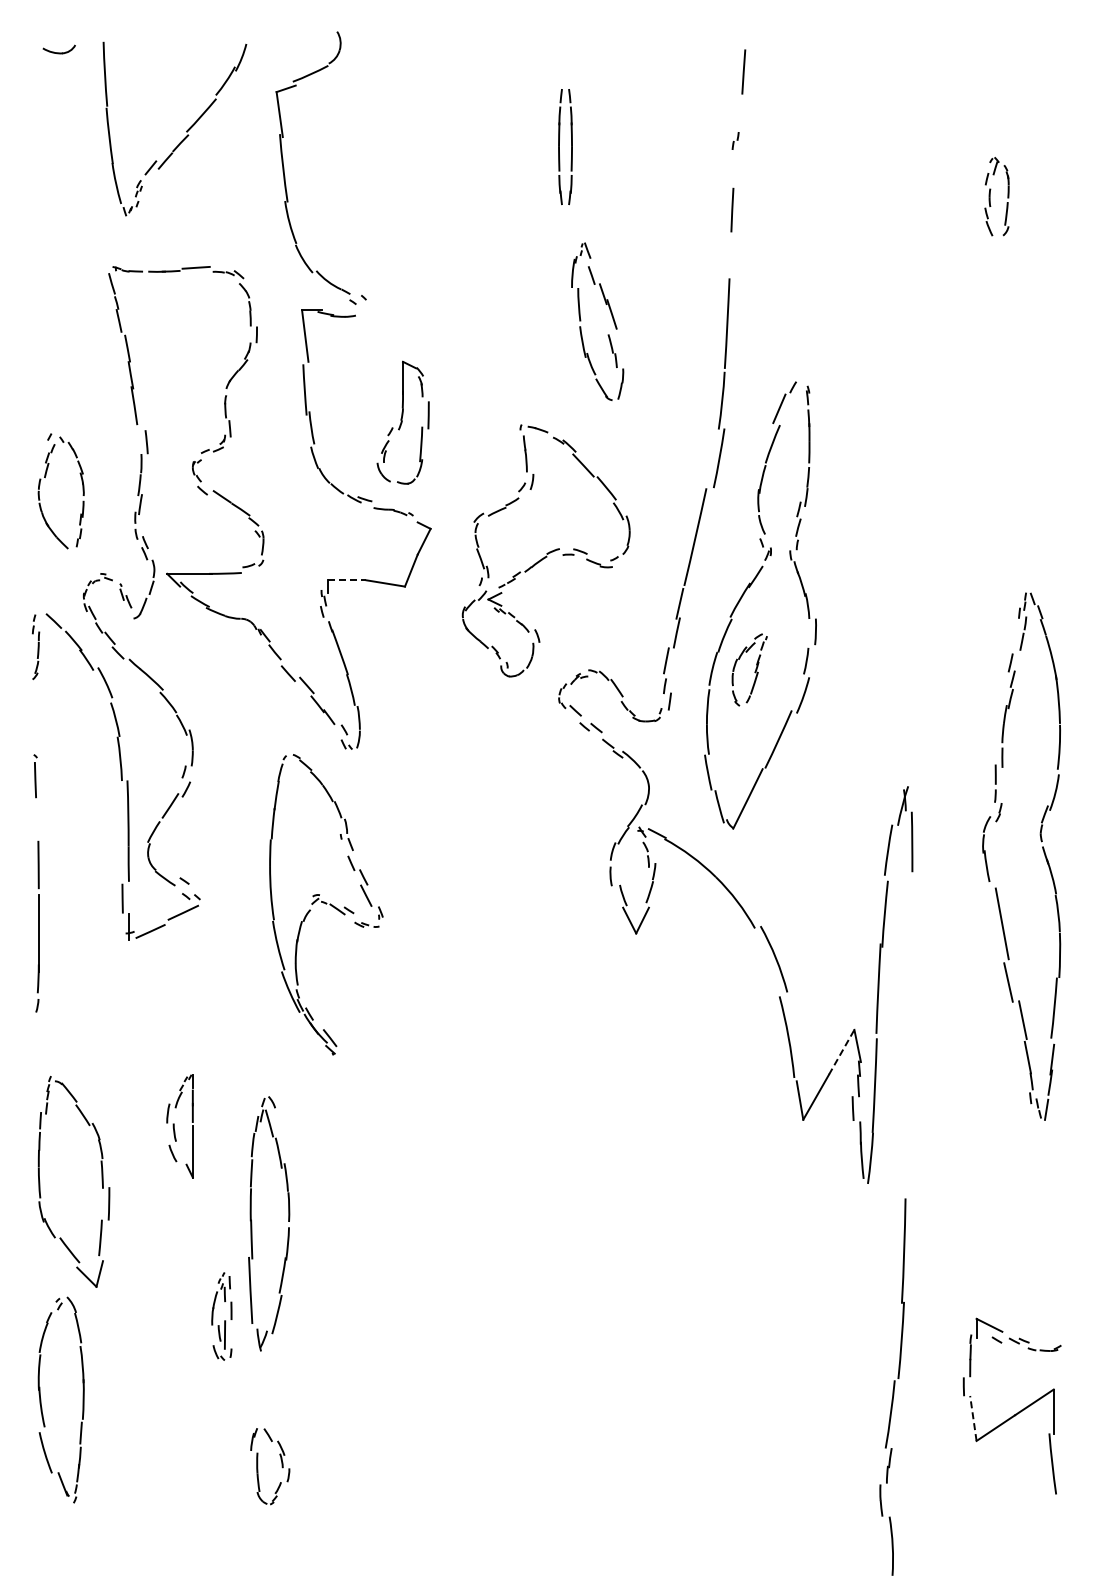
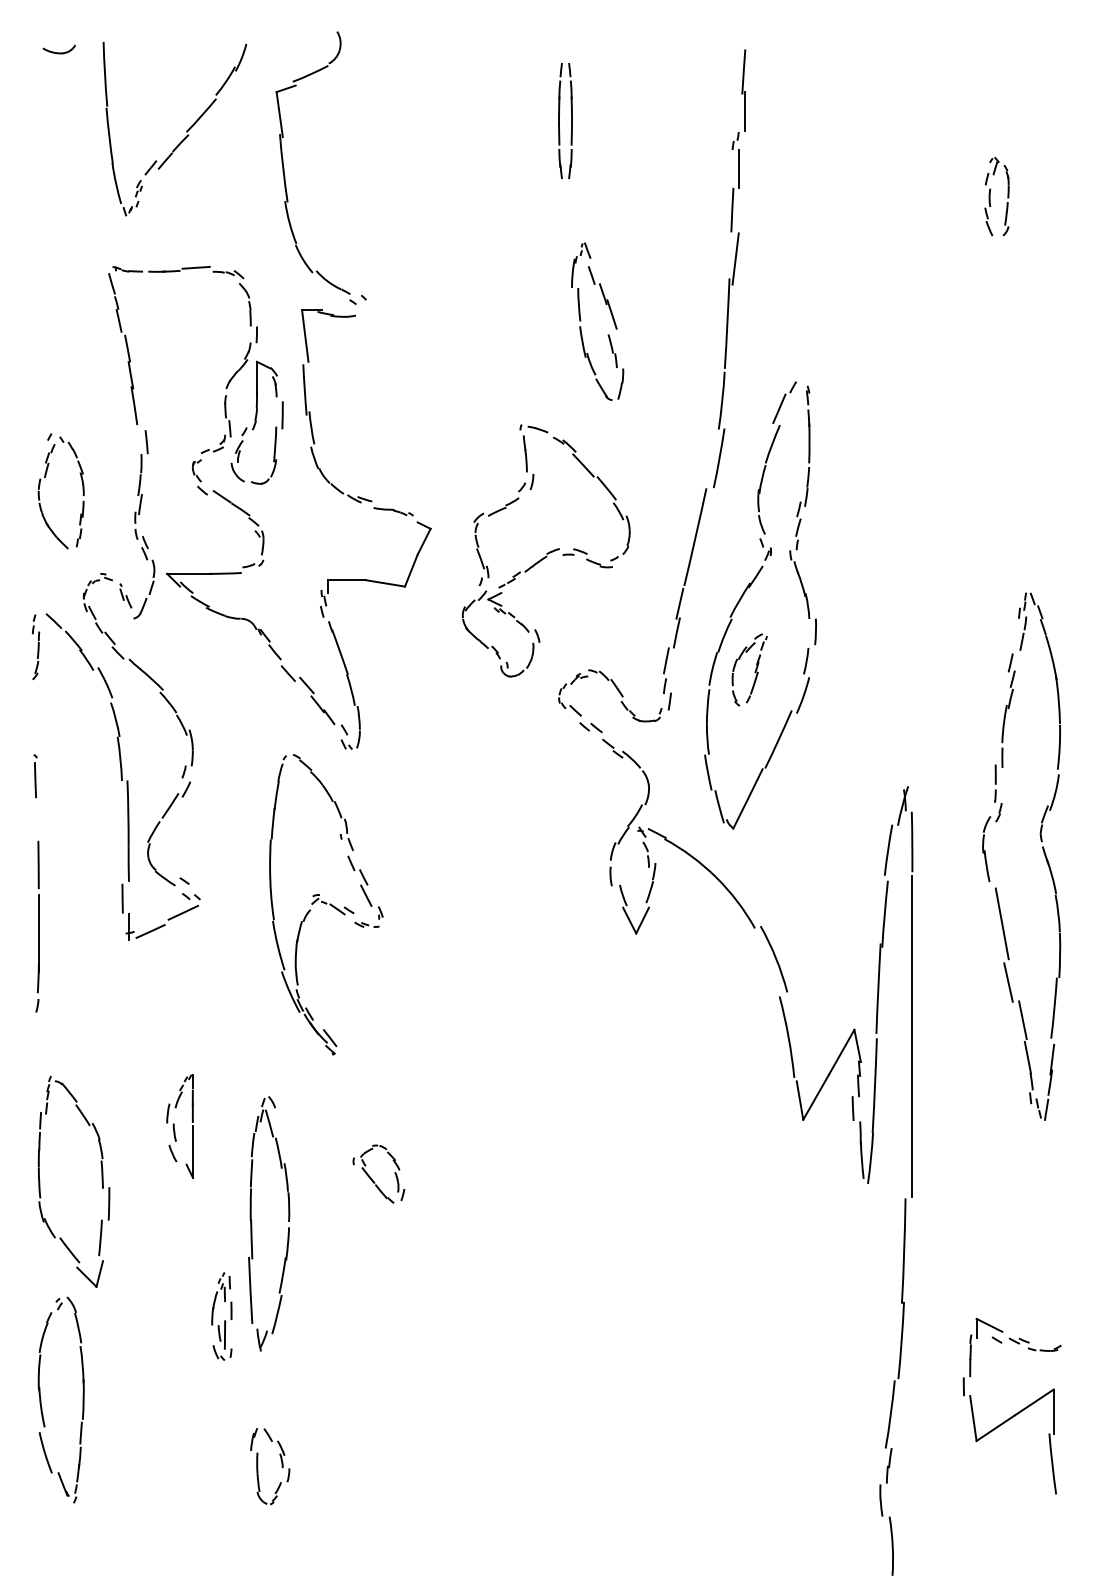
line at (745, 111): none -> present
part at (565, 147) position: (565, 147) -> (565, 121)
line at (738, 168): none -> present
line at (735, 258): none -> present
part at (402, 422) position: (402, 422) -> (256, 422)
line at (347, 580): dashed -> solid
line at (912, 1035): none -> present
line at (841, 1052): dashed -> solid
part at (371, 1177): none -> present
line at (973, 1418): dashed -> solid
